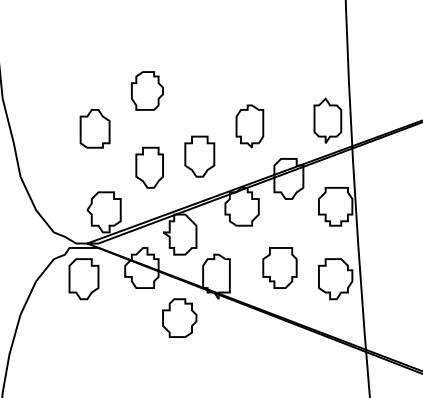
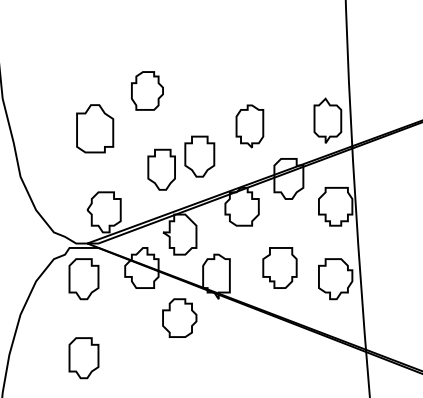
part at (94, 128) size: 32x40 px -> 39x50 px
part at (149, 167) position: (149, 167) -> (161, 169)
part at (83, 358): none -> present
